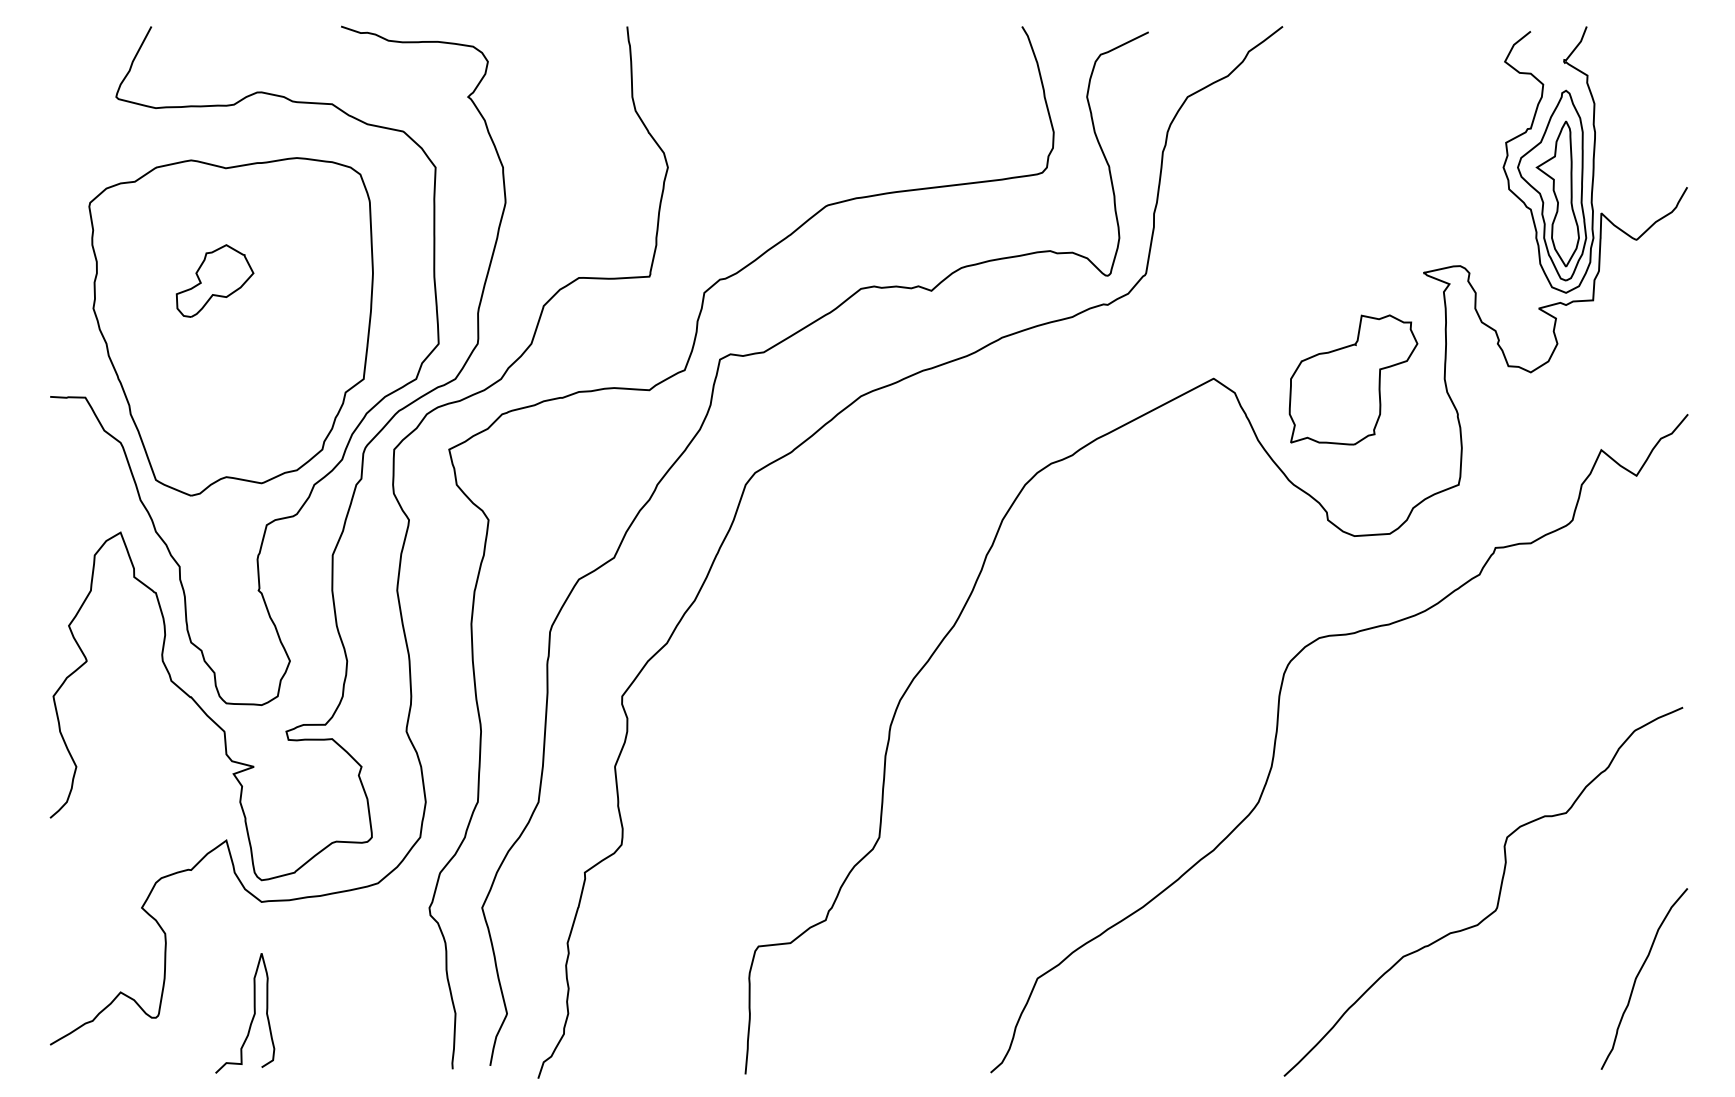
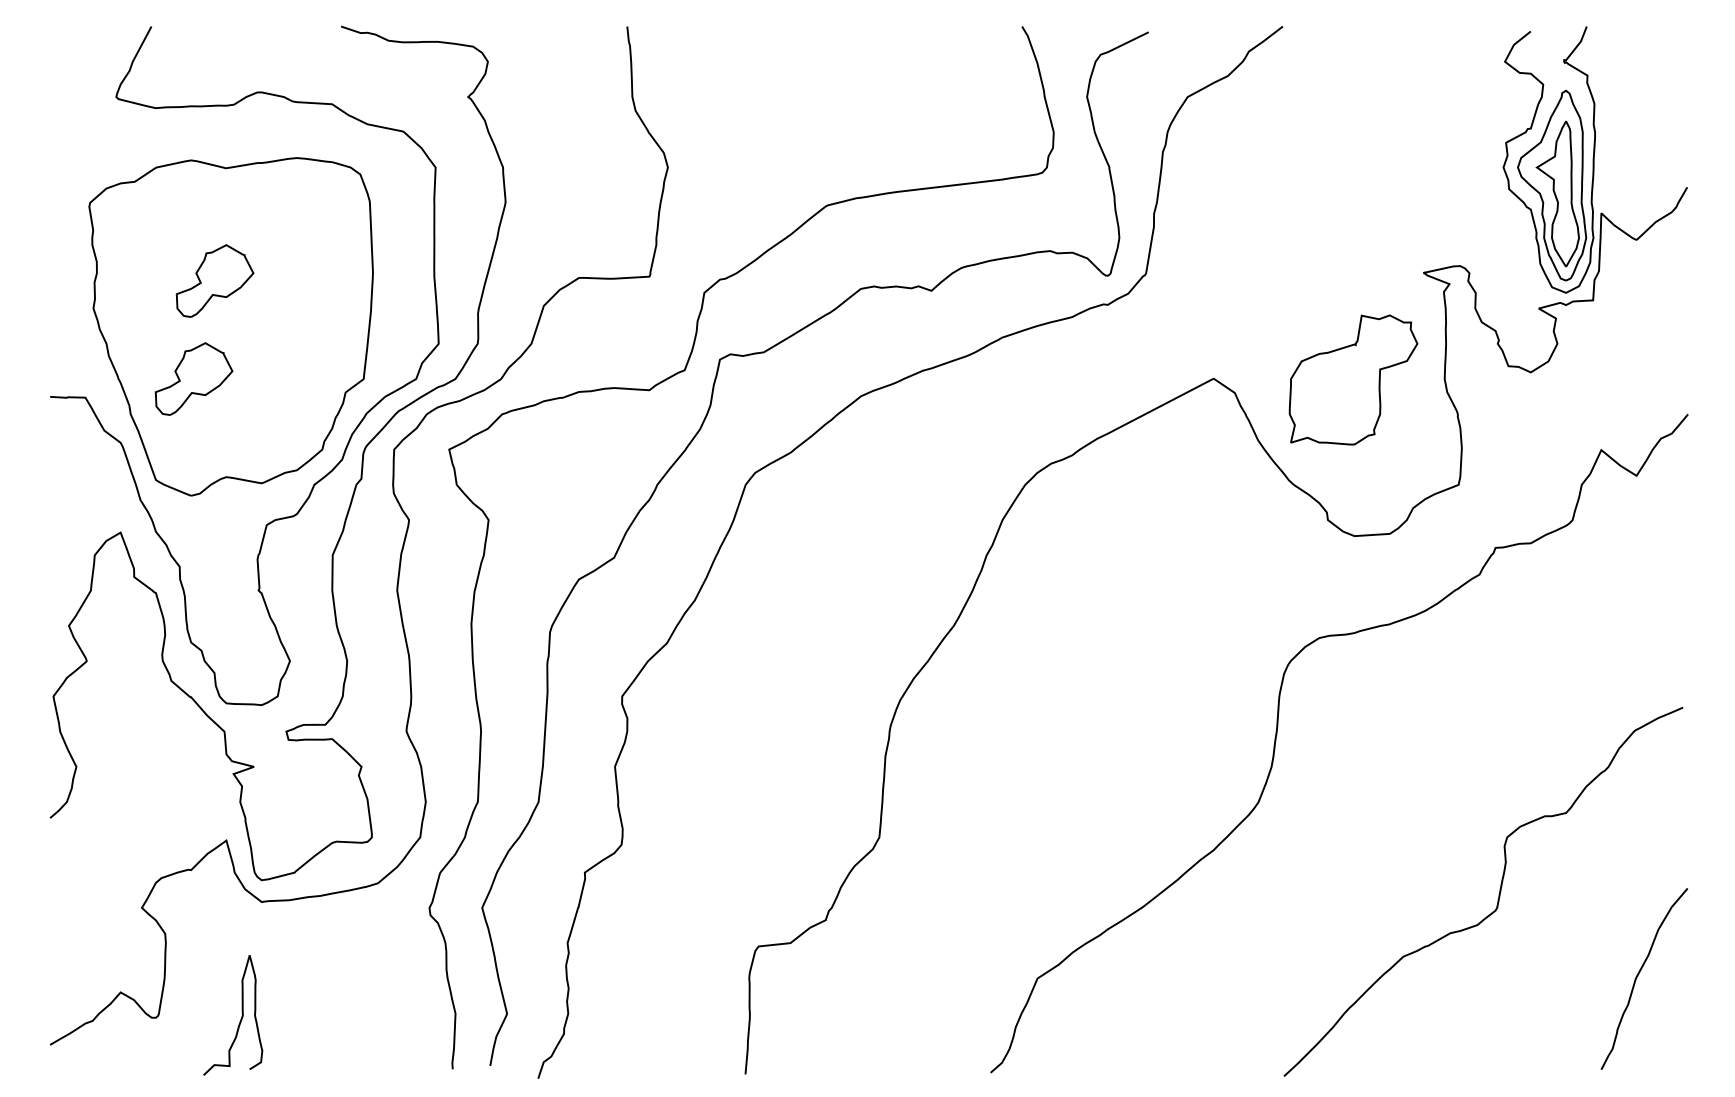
part at (193, 378): none -> present
curve at (252, 1016) position: (252, 1016) -> (240, 1018)
